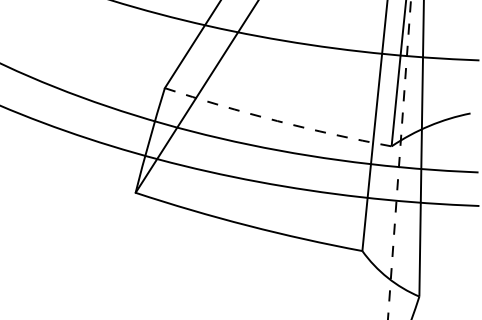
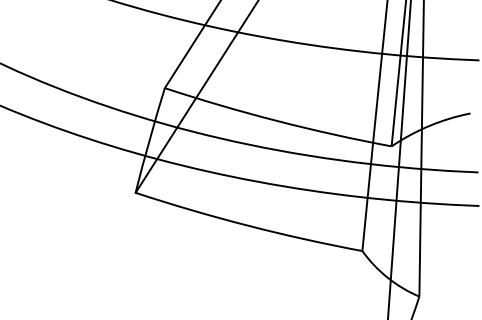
arc at (277, 121): dashed -> solid
line at (399, 160): dashed -> solid
